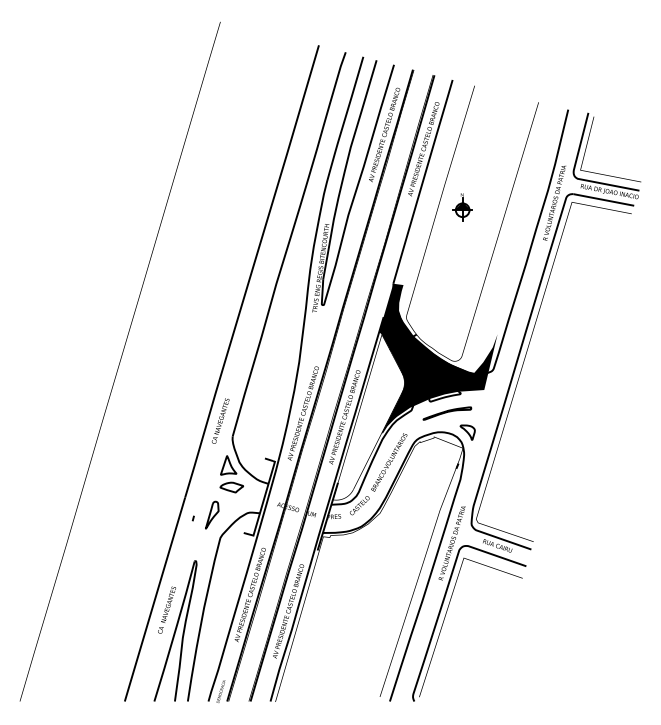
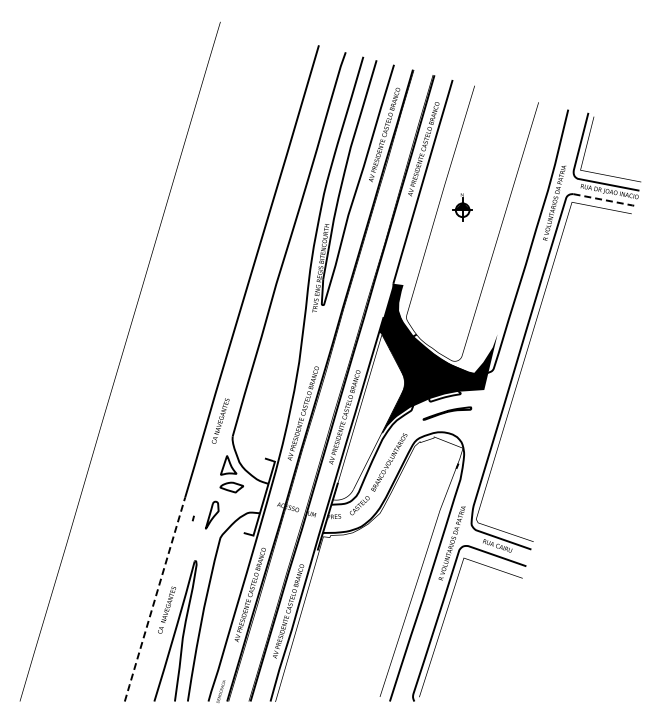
line at (604, 200): solid -> dashed
part at (467, 432): present -> none
line at (154, 600): solid -> dashed
